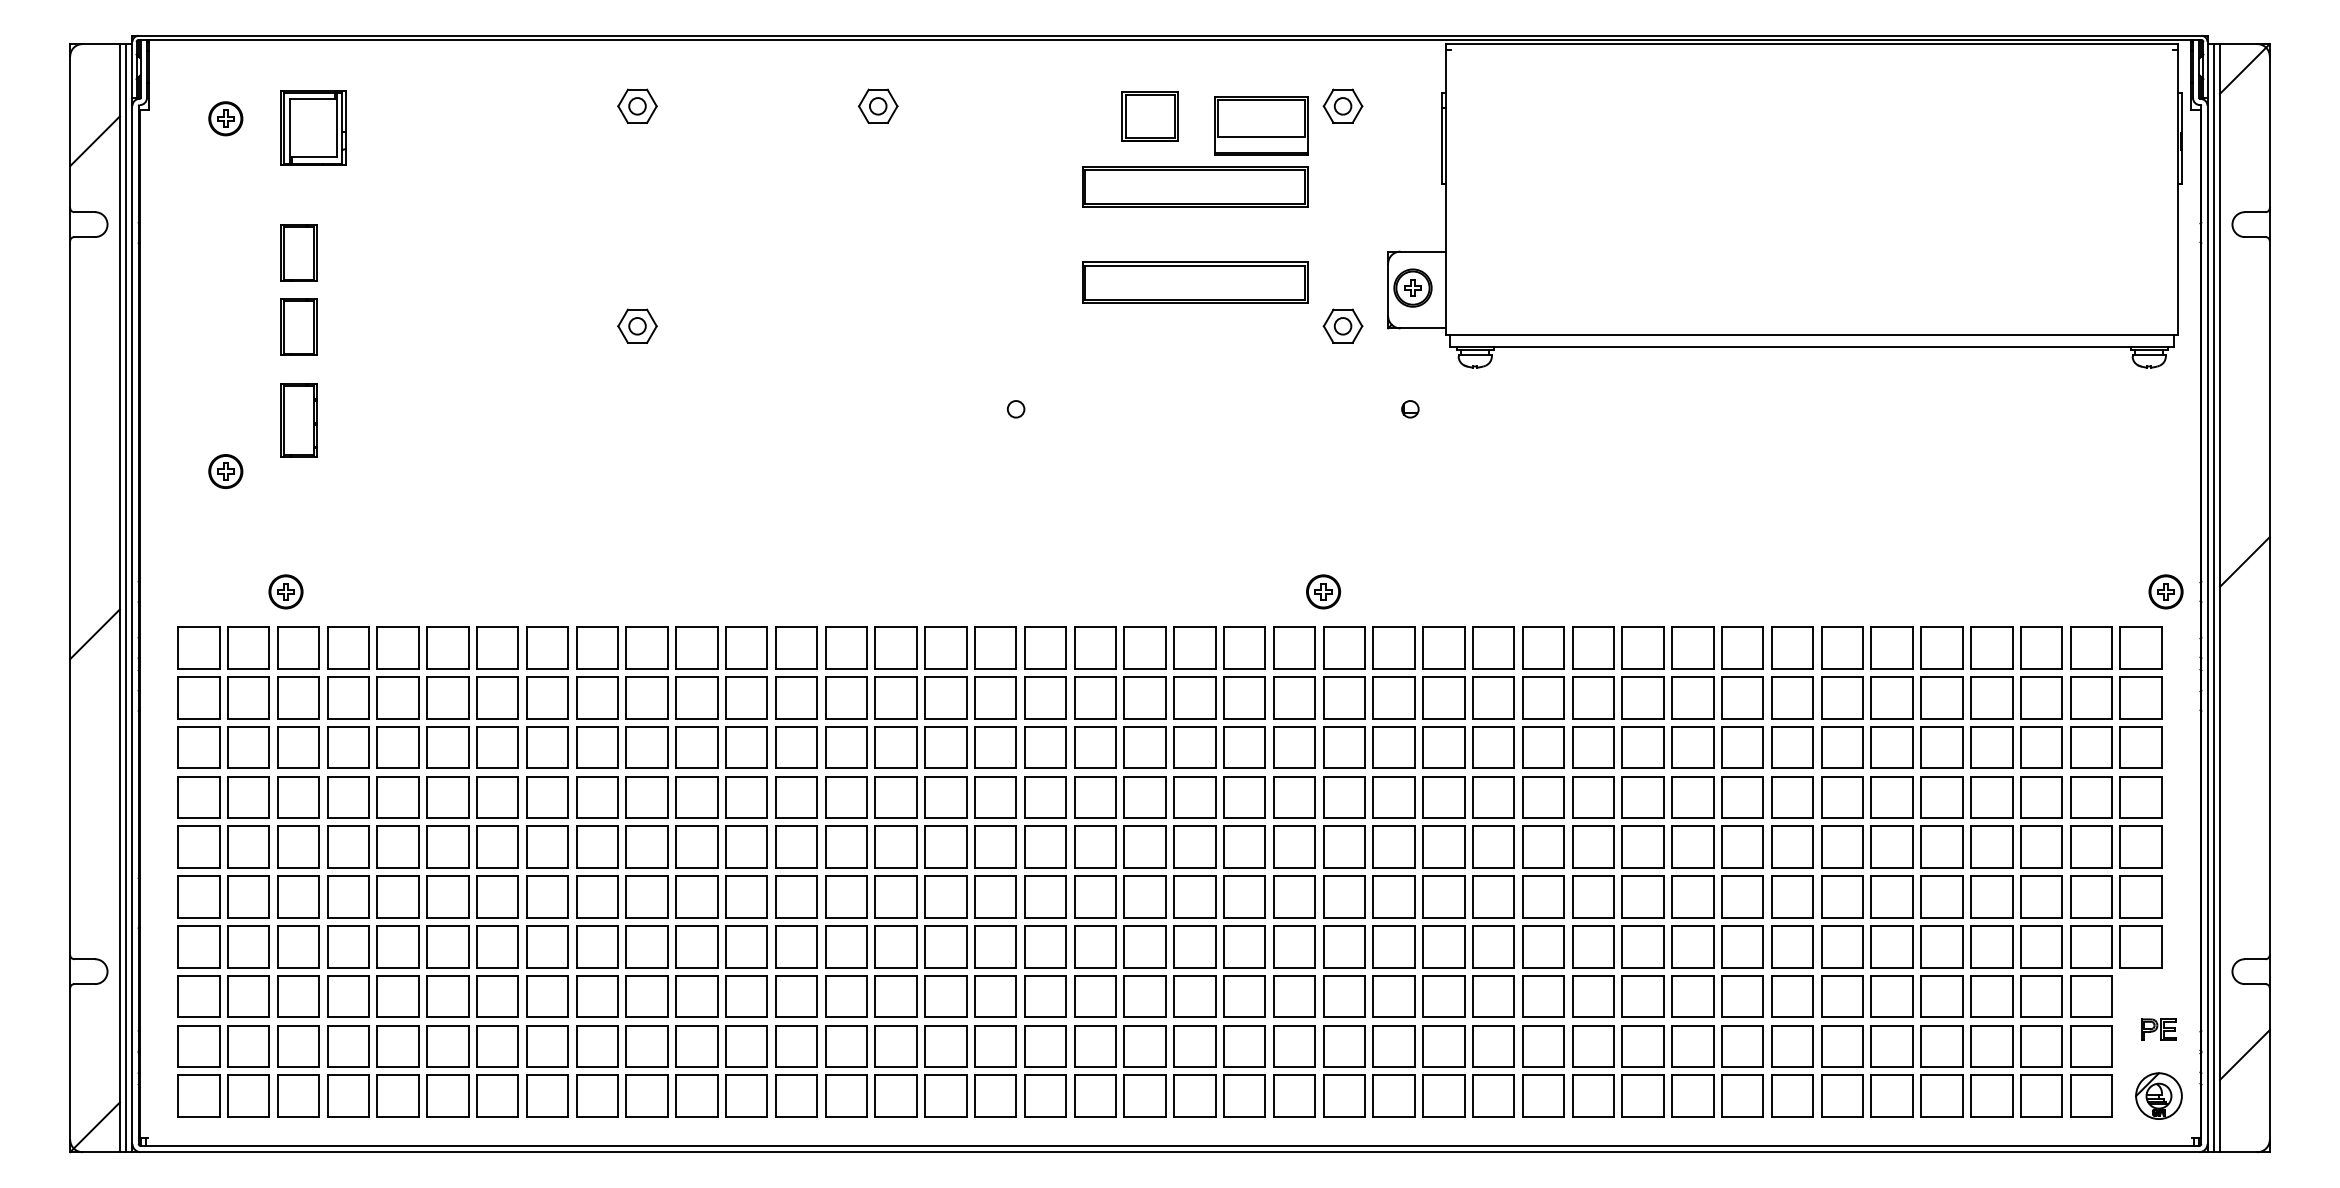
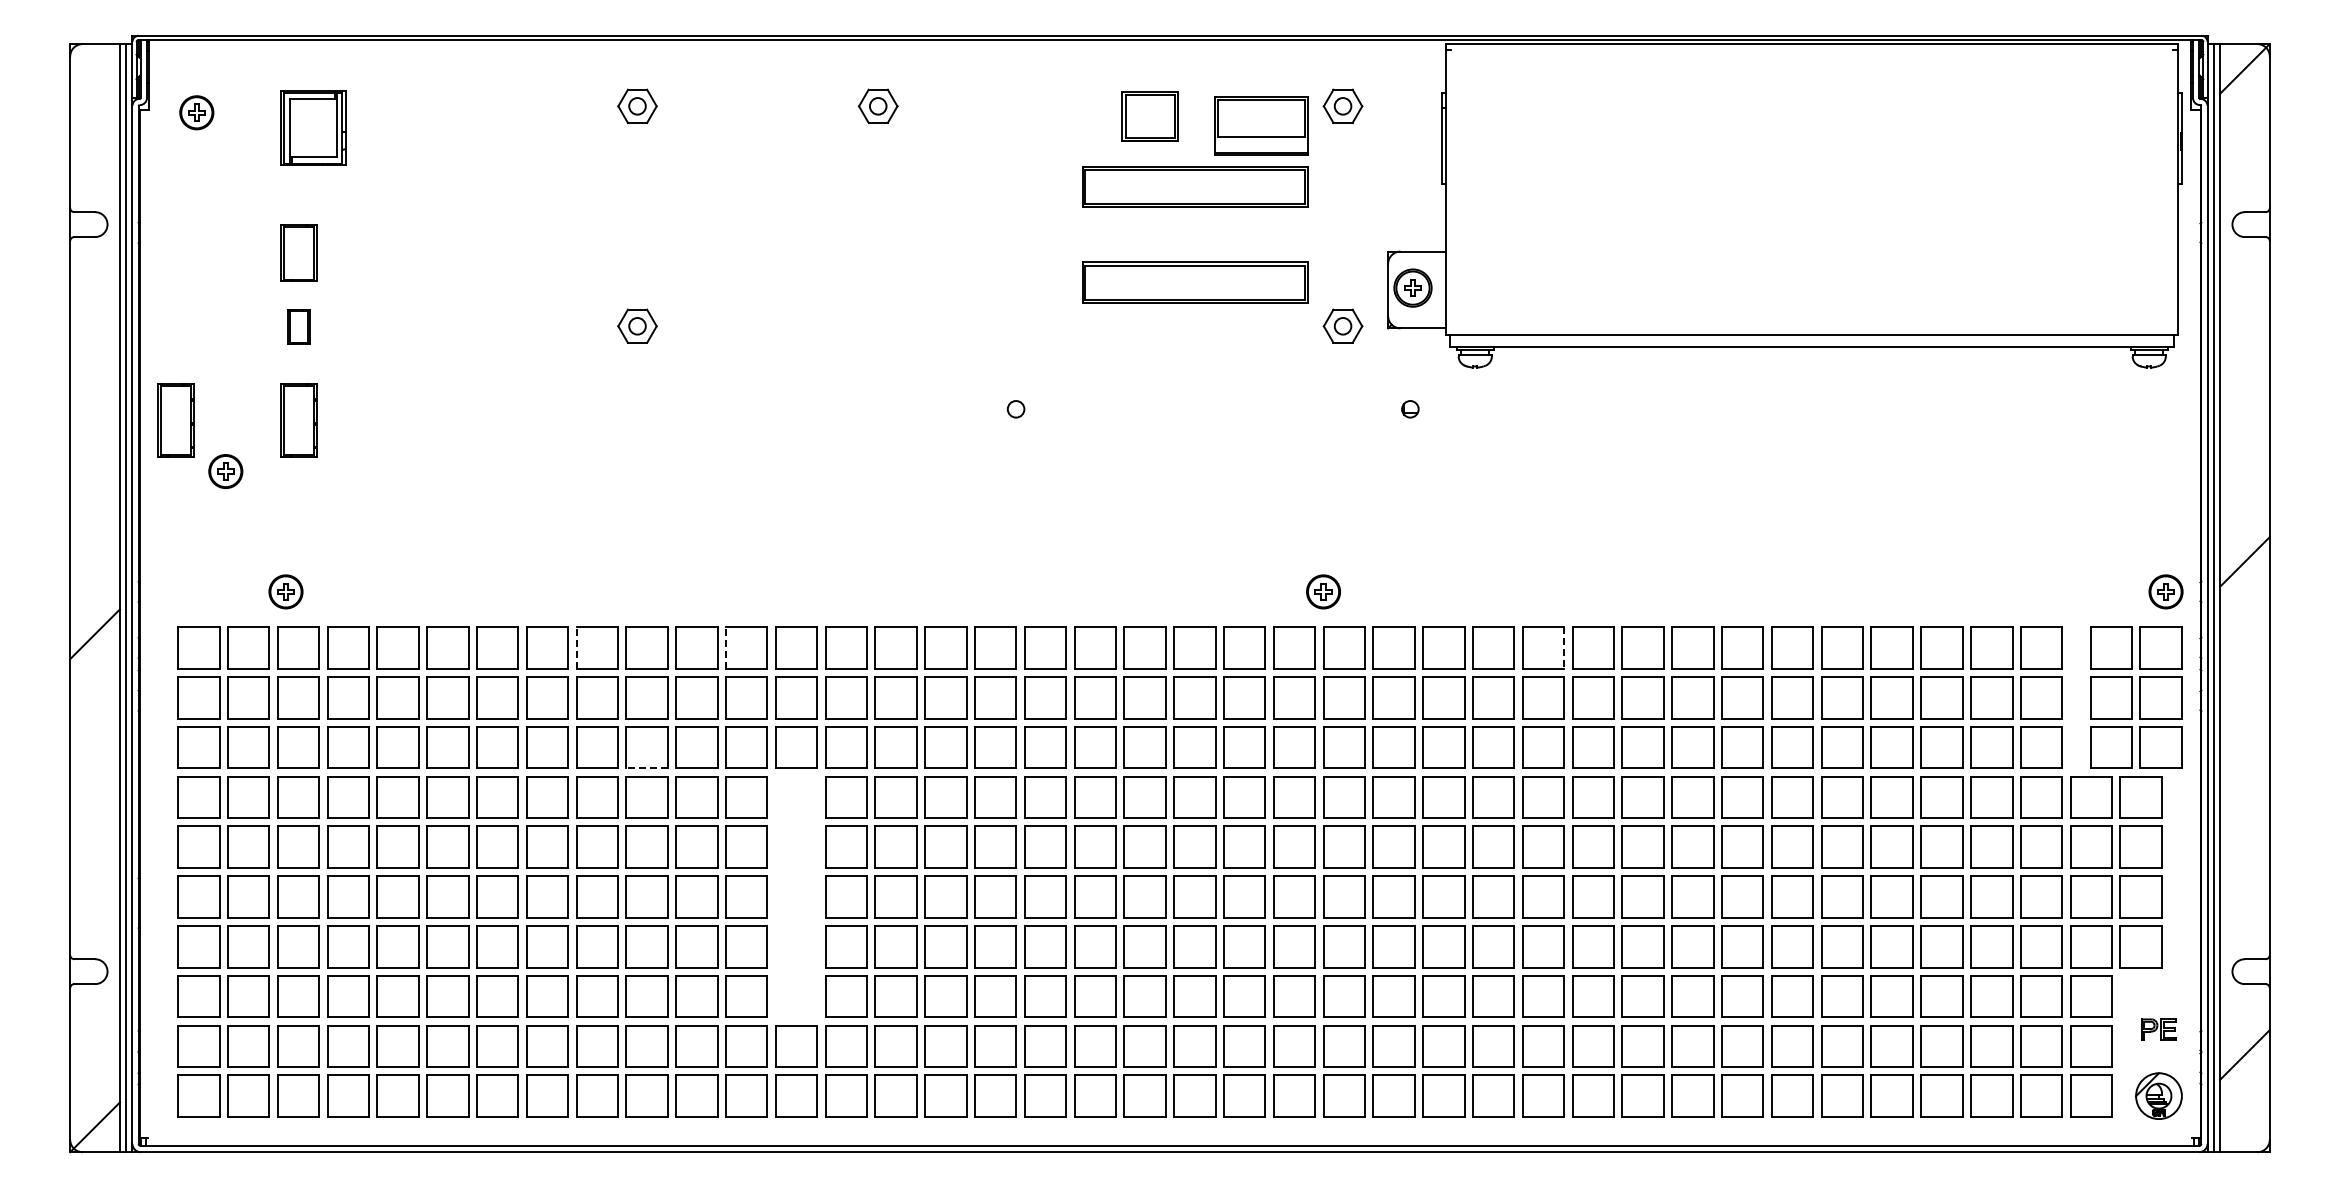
part at (225, 118) position: (225, 118) -> (196, 112)
line at (95, 141): present -> none
part at (298, 326) size: 38x58 px -> 24x36 px
part at (175, 420): none -> present
line at (576, 647): solid -> dashed
line at (725, 647): solid -> dashed
line at (1564, 647): solid -> dashed
part at (2116, 697) position: (2116, 697) -> (2136, 697)
line at (647, 768): solid -> dashed
part at (796, 896): present -> none
